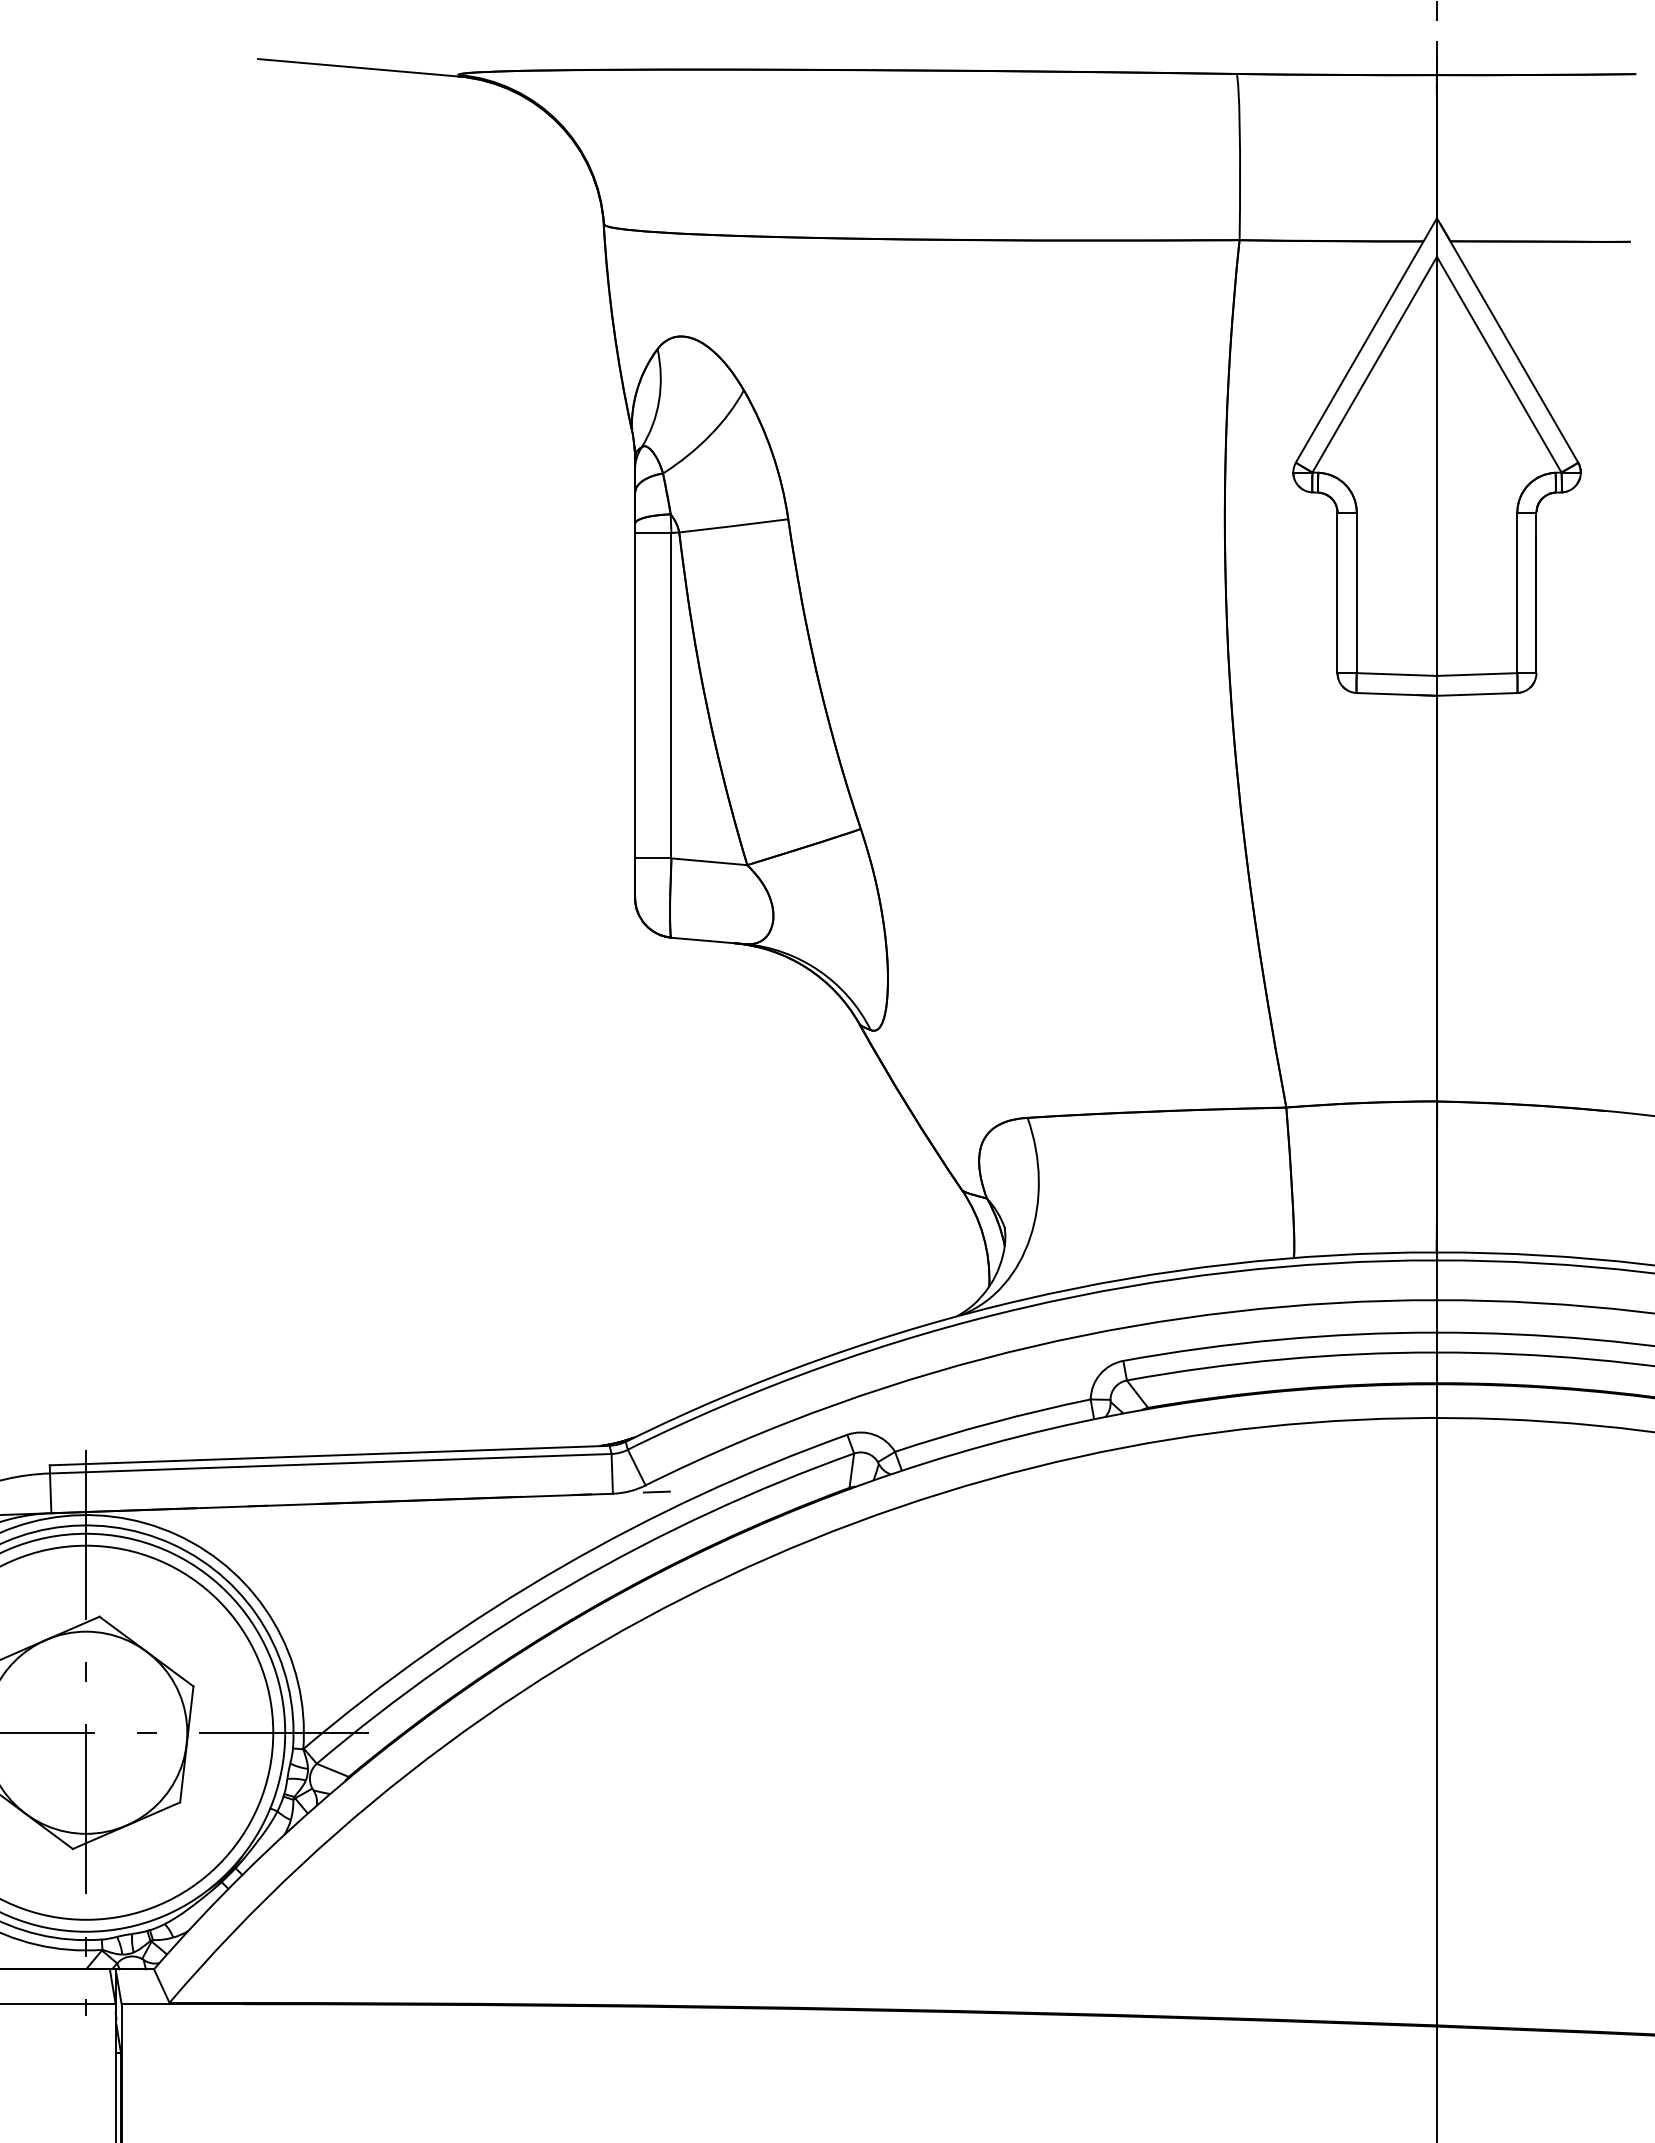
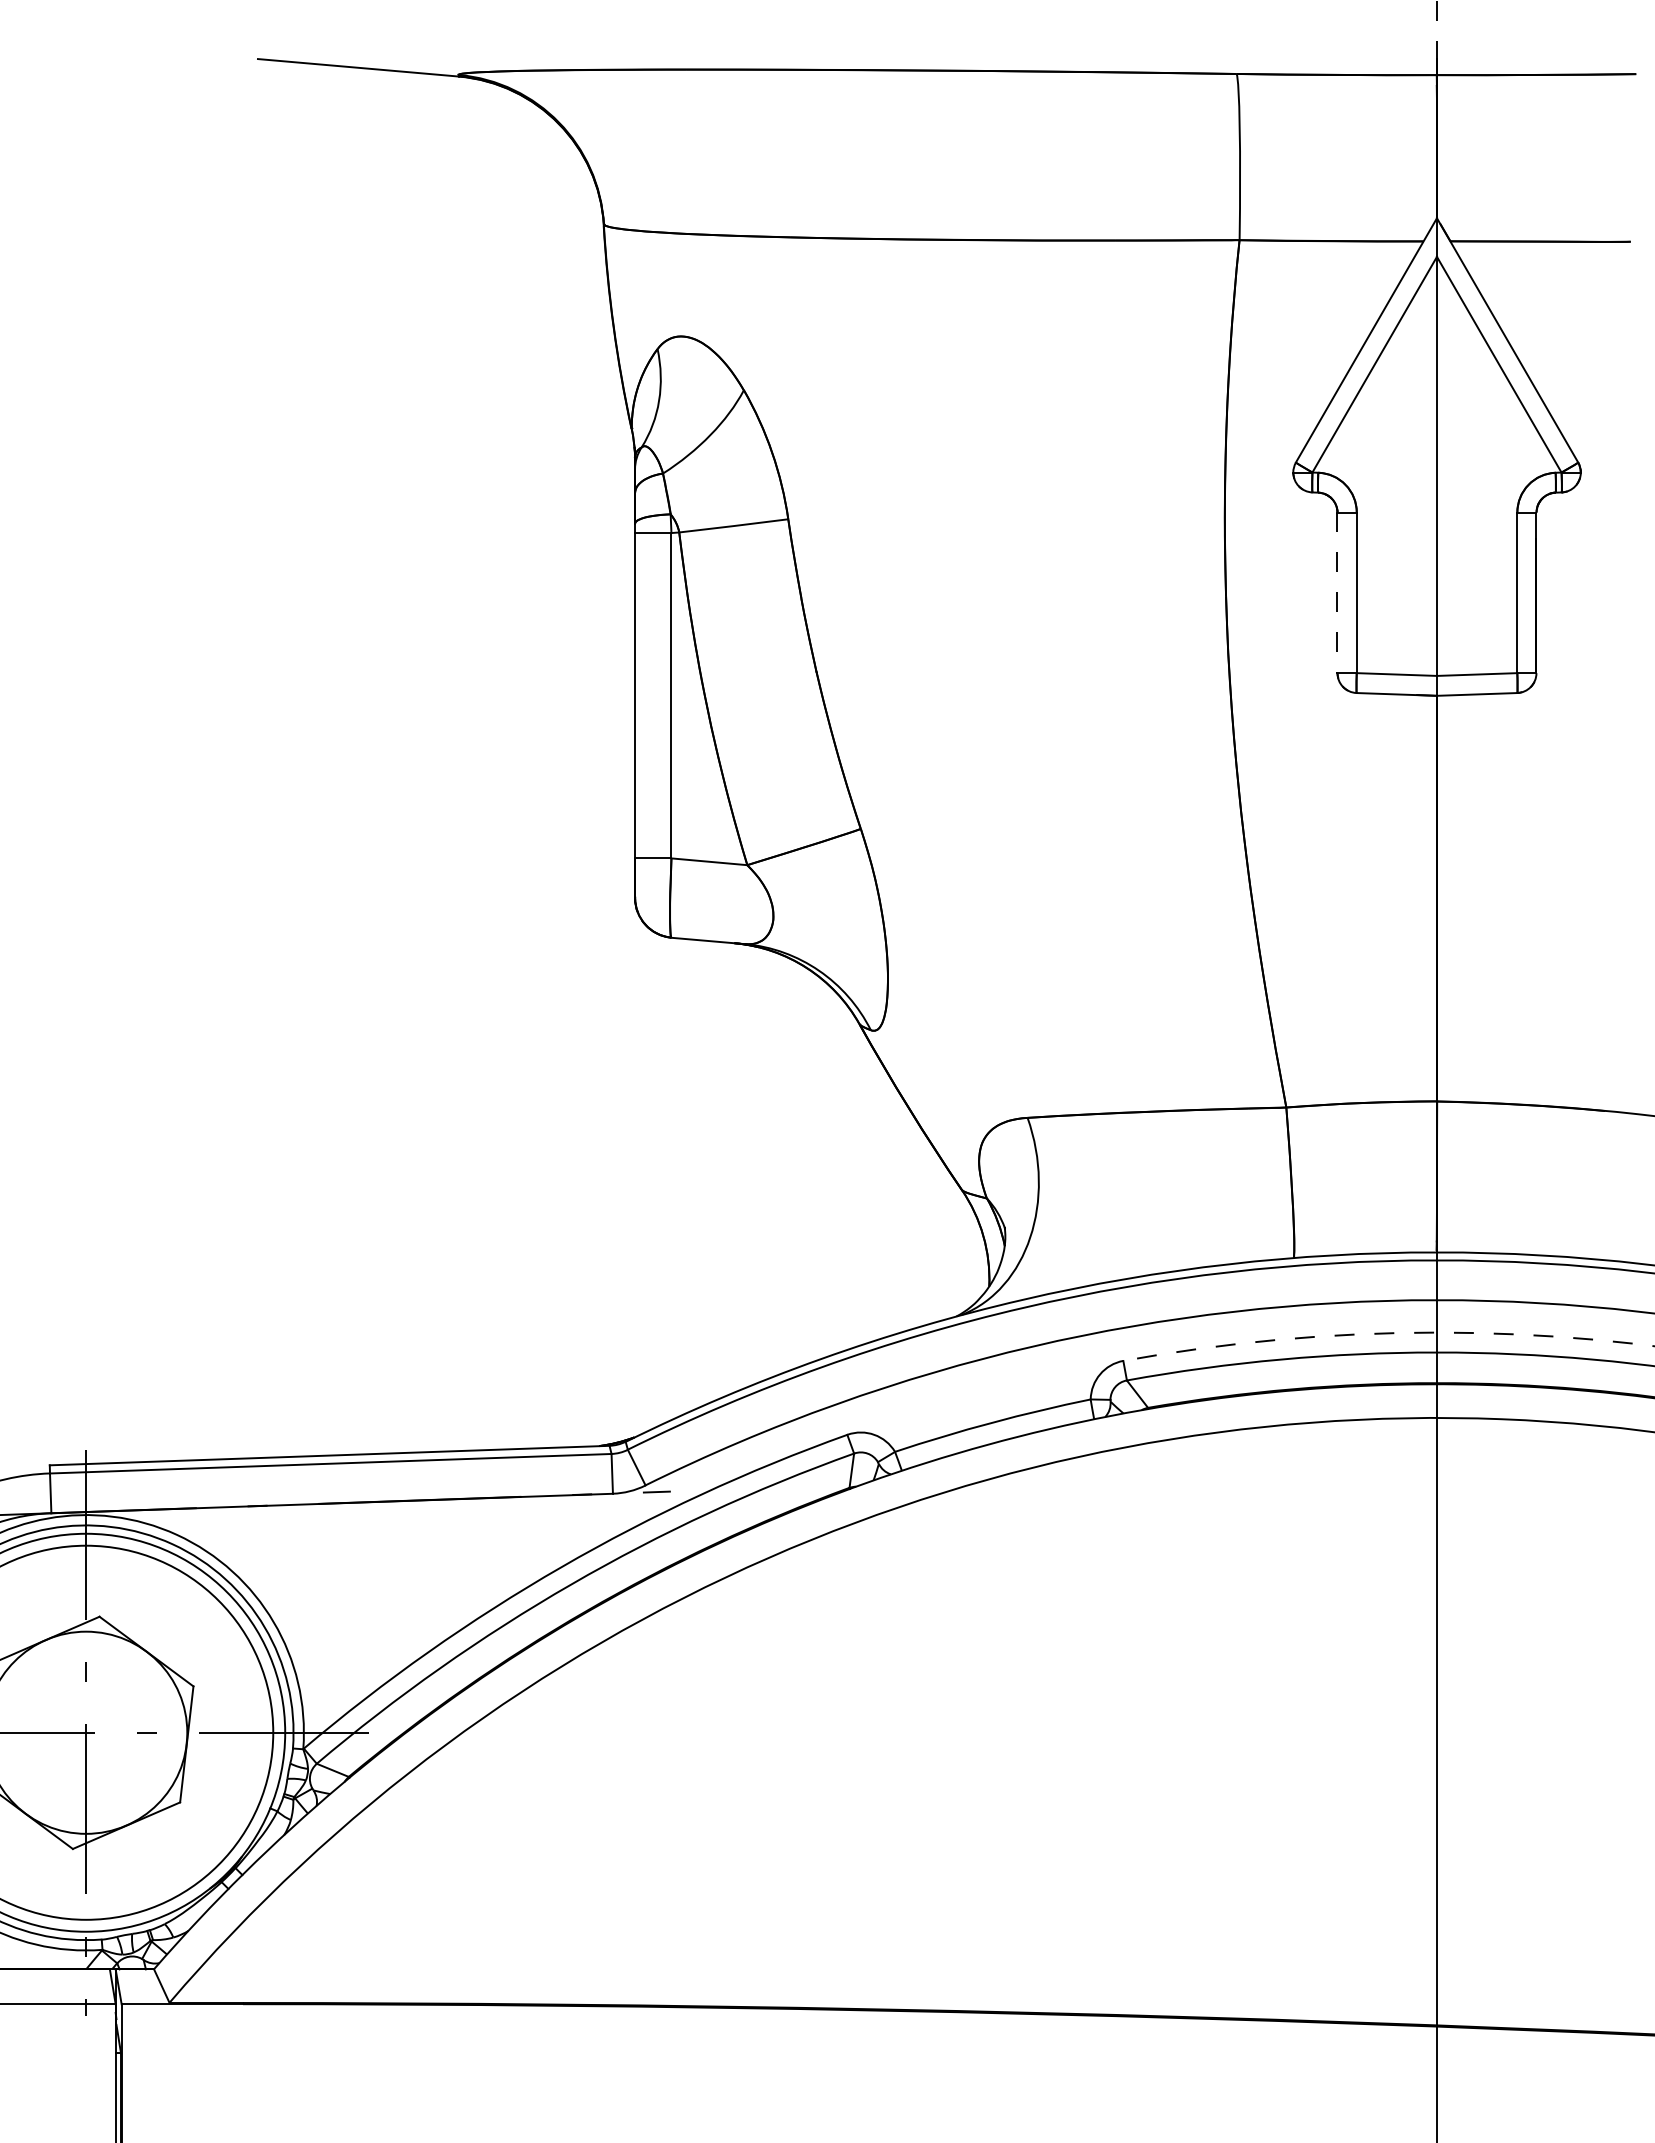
line at (1337, 593): solid -> dashed
arc at (1388, 1333): solid -> dashed
